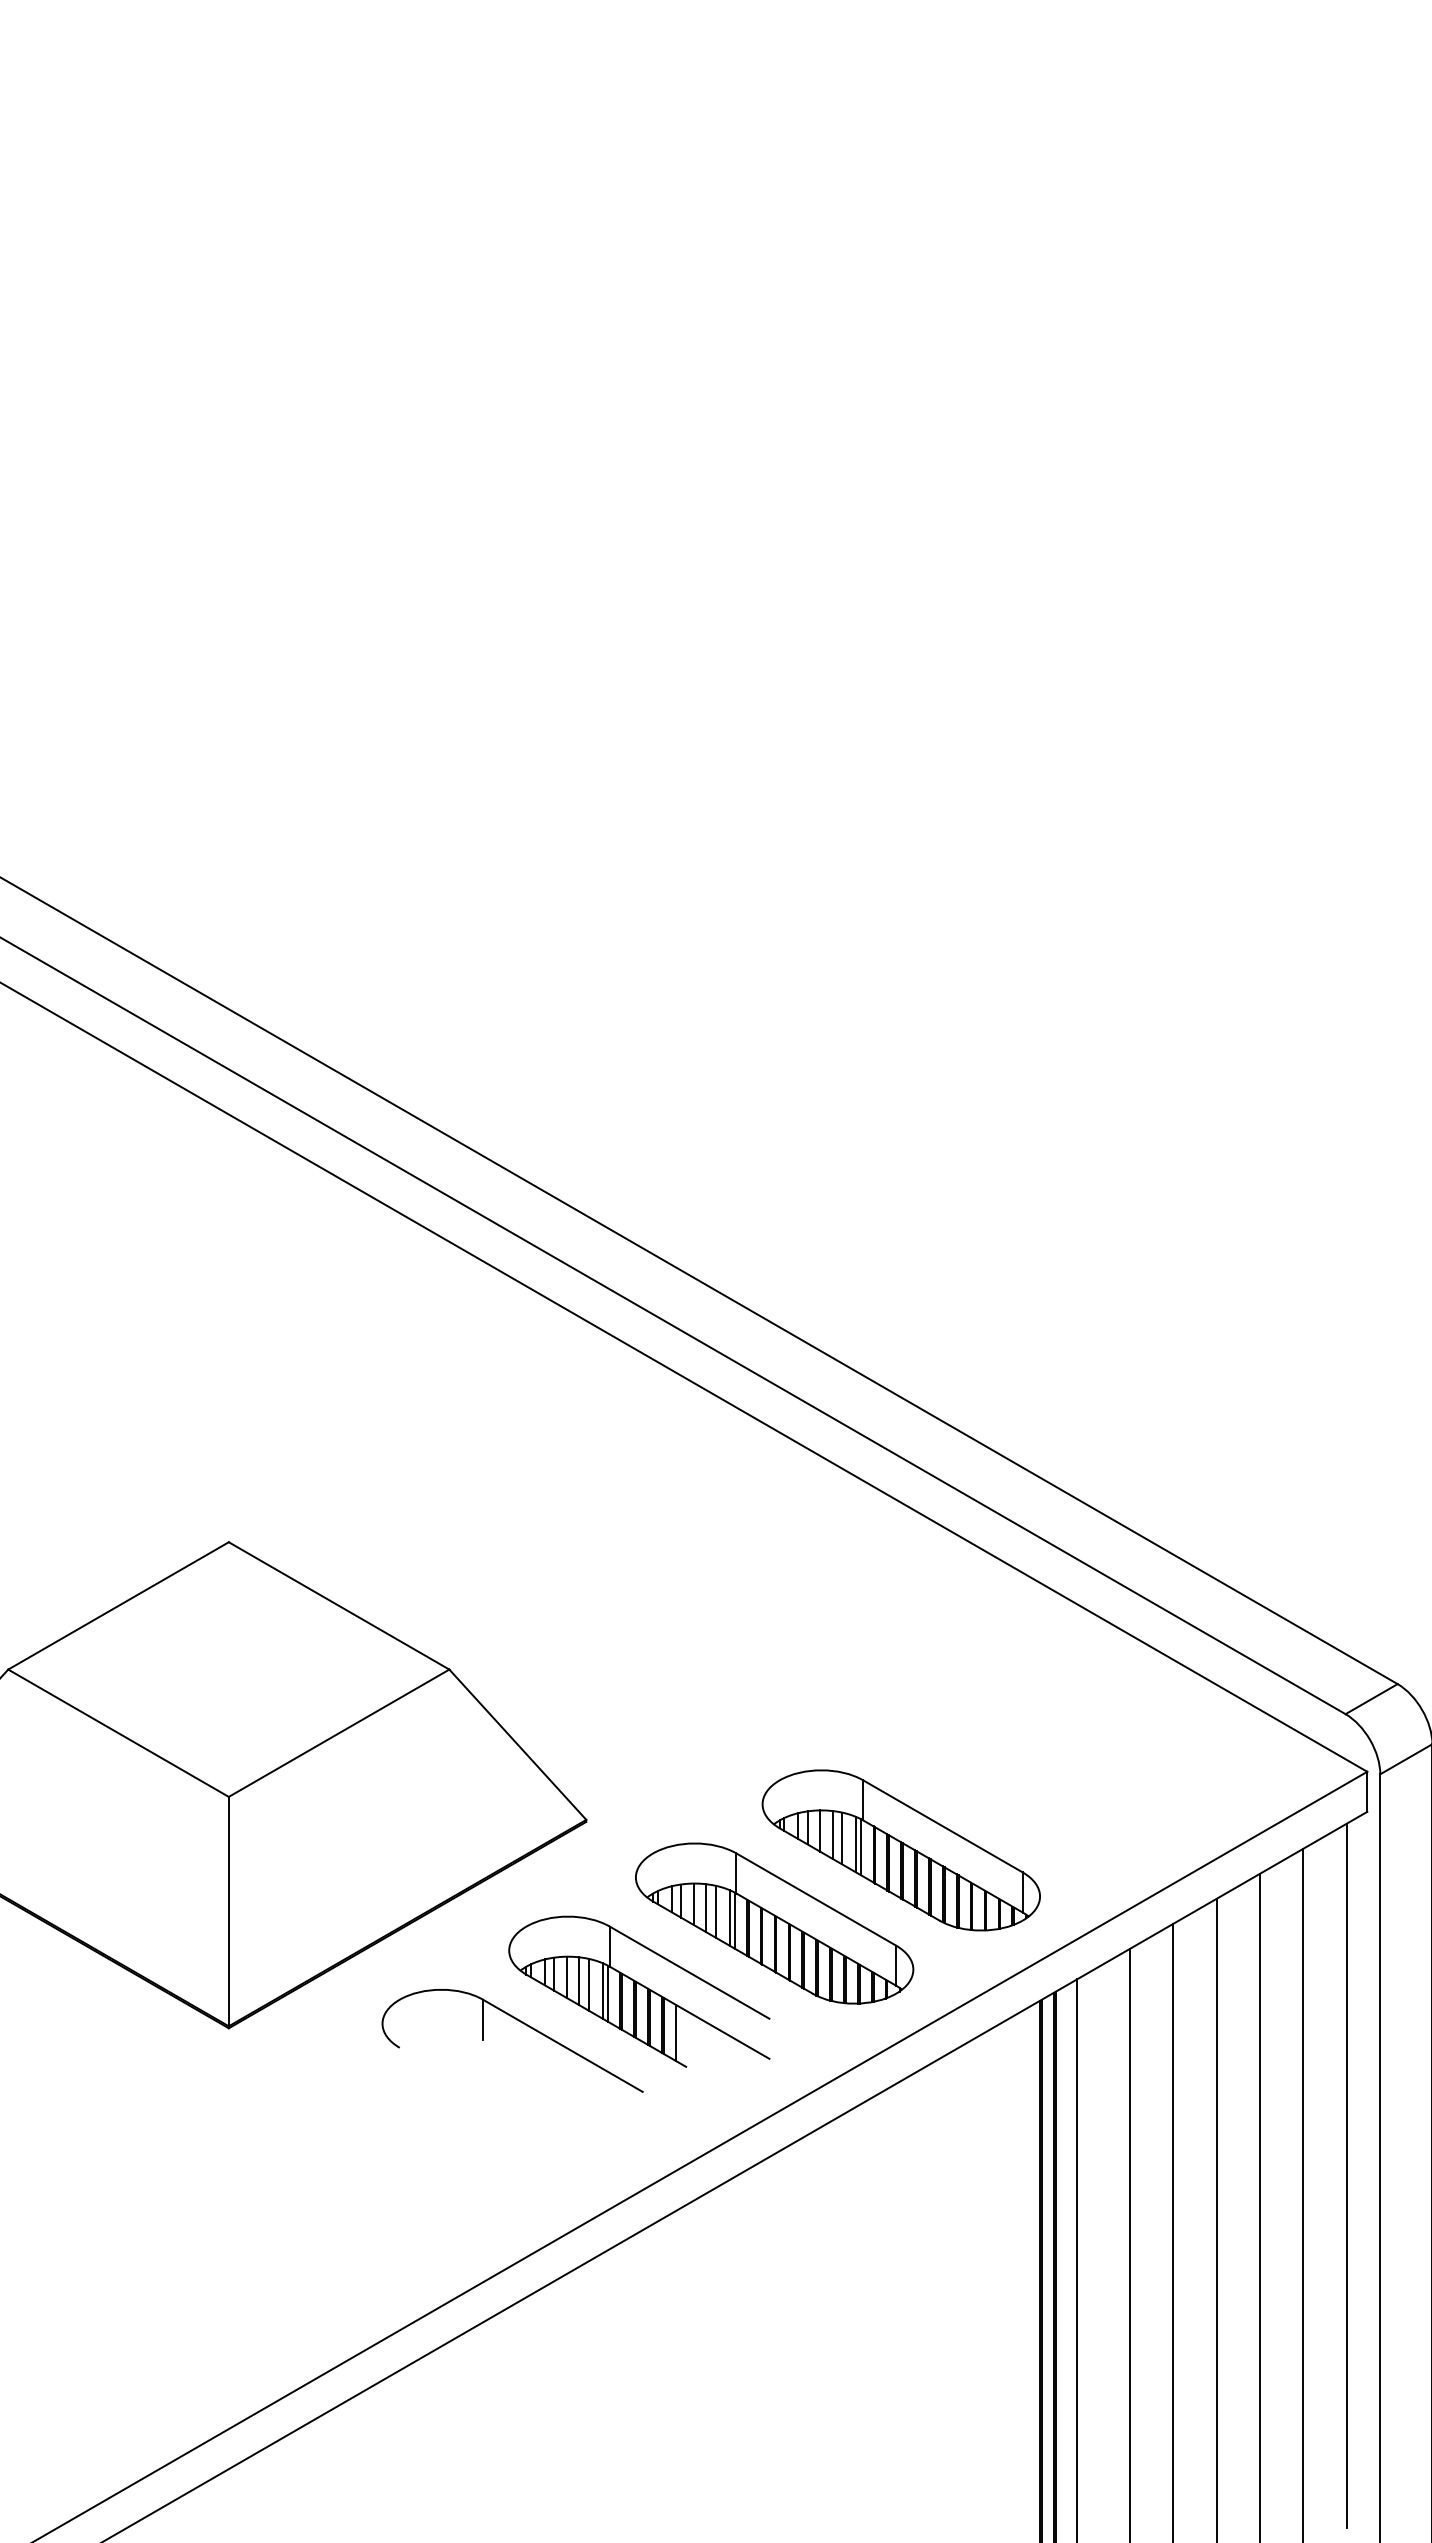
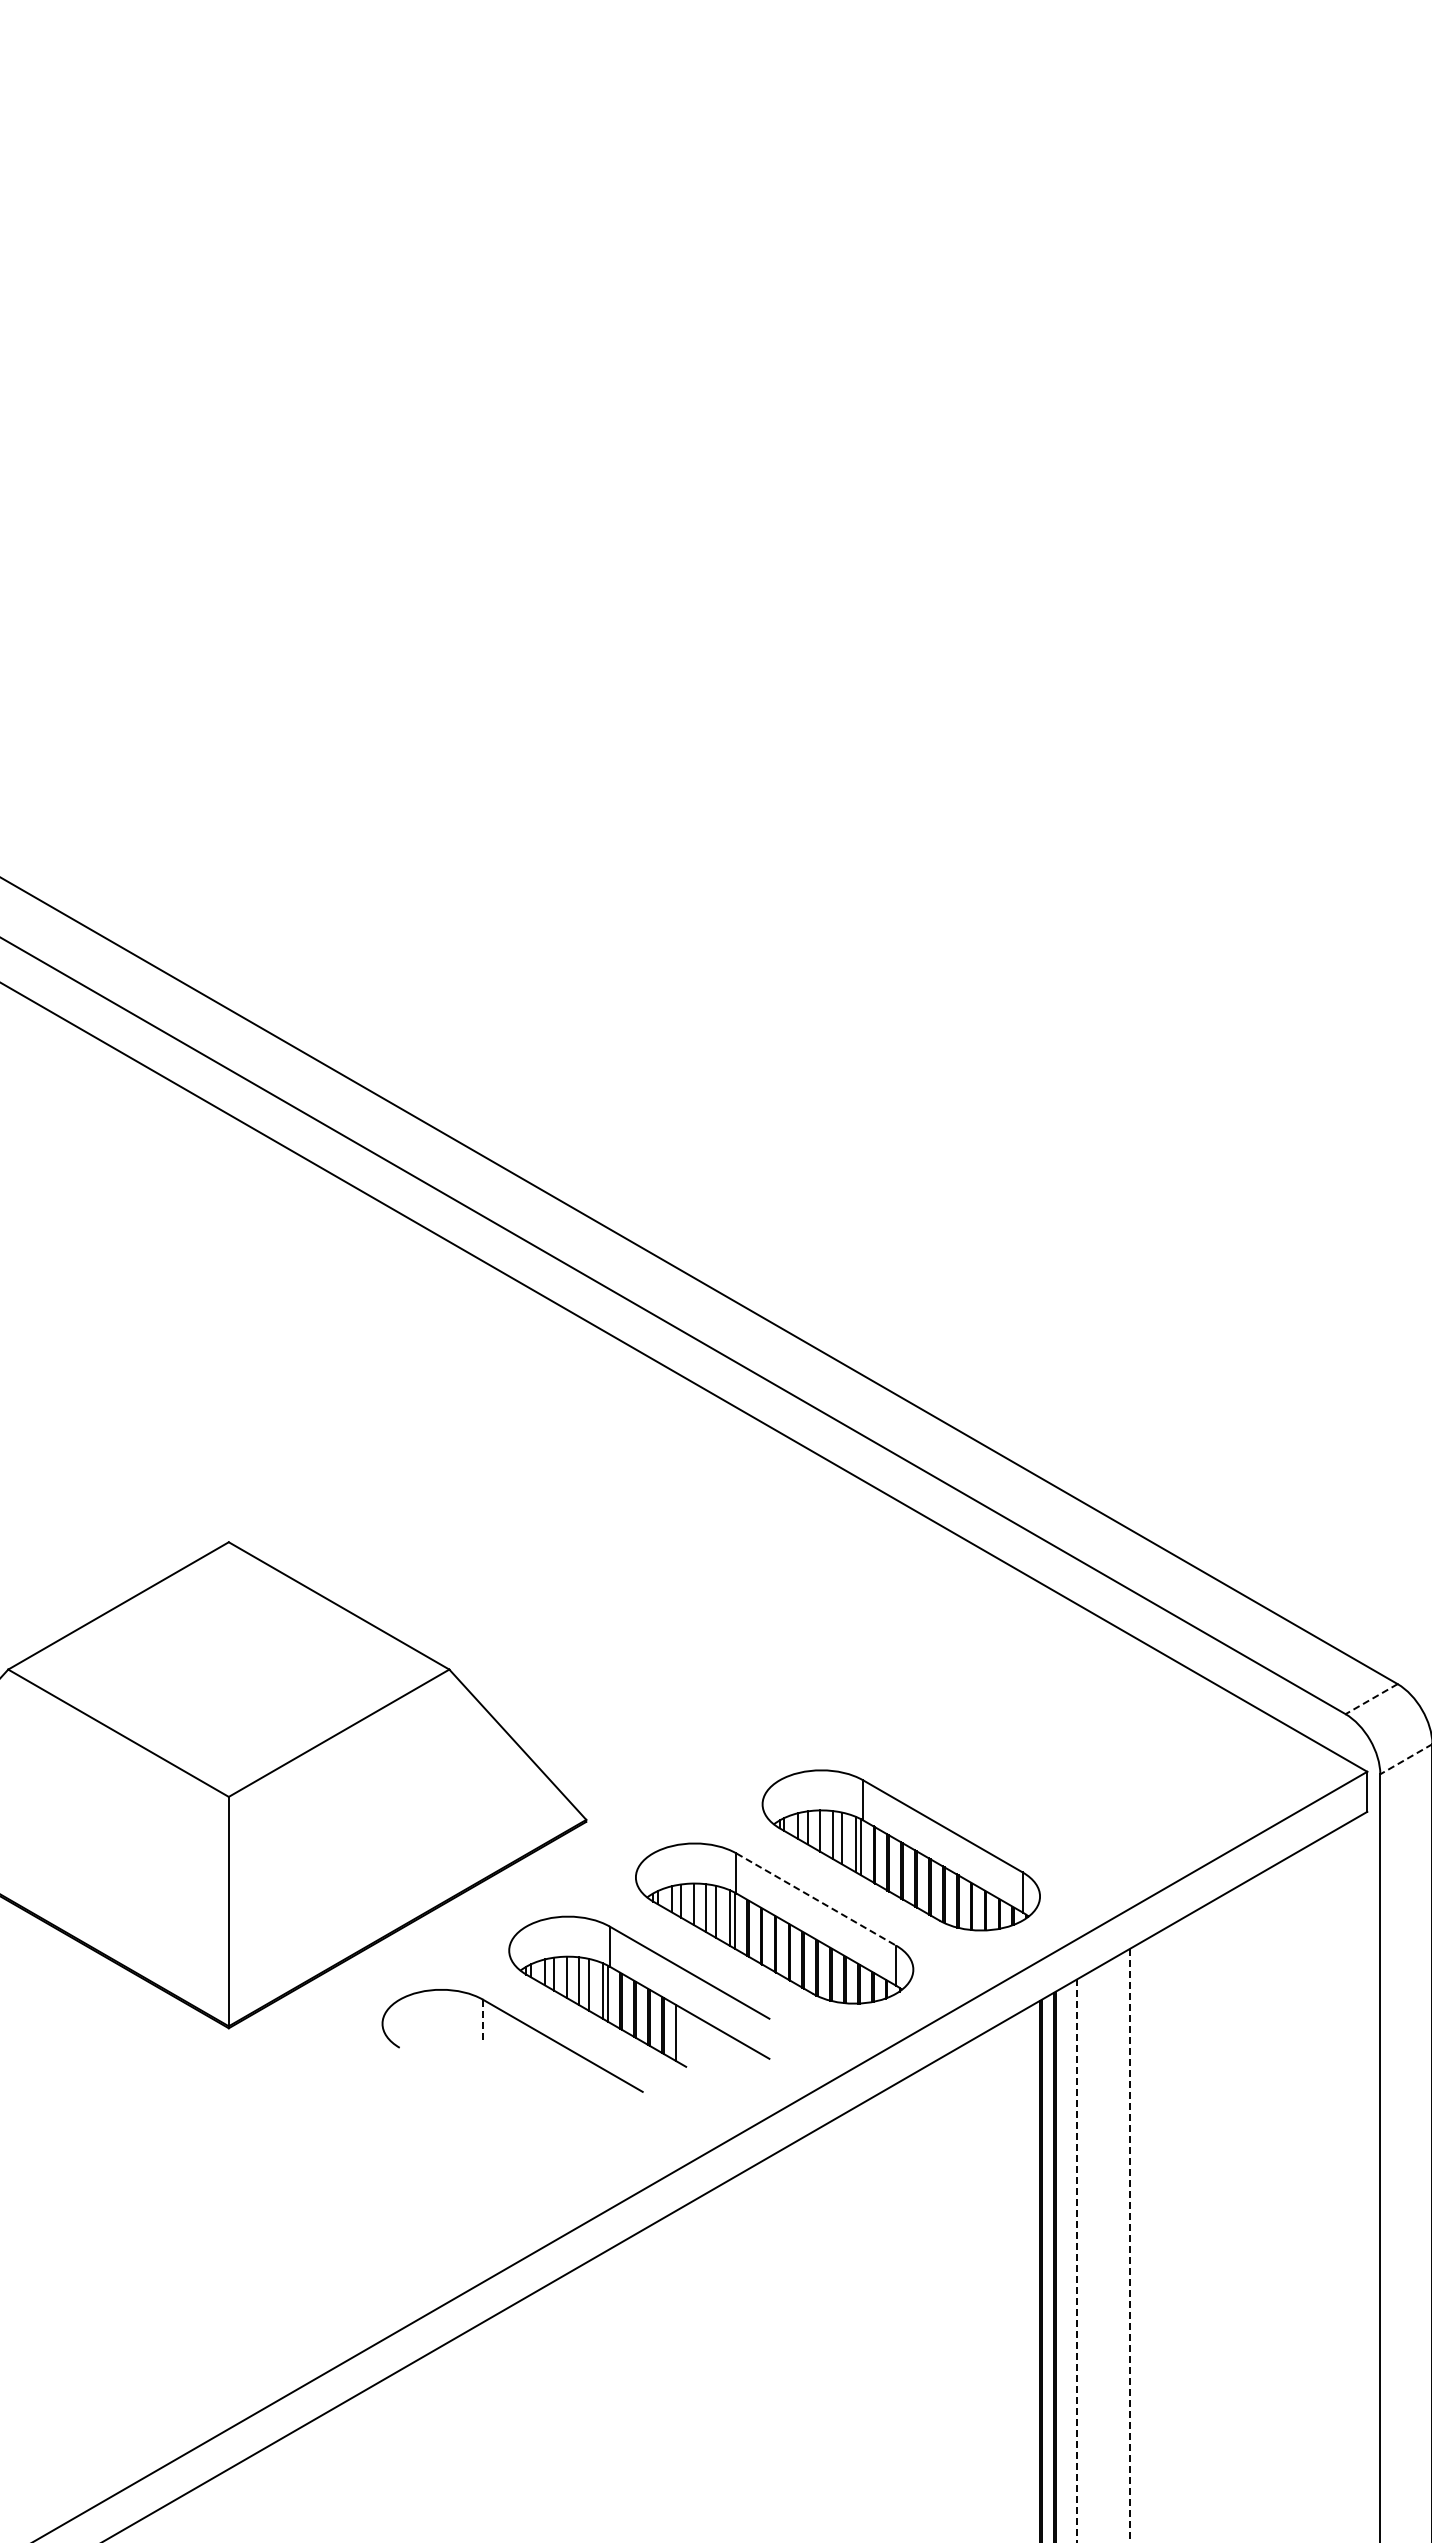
line at (1371, 1699): solid -> dashed
line at (1405, 1759): solid -> dashed
line at (816, 1899): solid -> dashed
line at (483, 2020): solid -> dashed
line at (1346, 2175): present -> none
line at (1303, 2193): present -> none
line at (1260, 2206): present -> none
line at (1216, 2218): present -> none
line at (1173, 2231): present -> none
line at (1129, 2245): solid -> dashed
line at (1077, 2260): solid -> dashed
